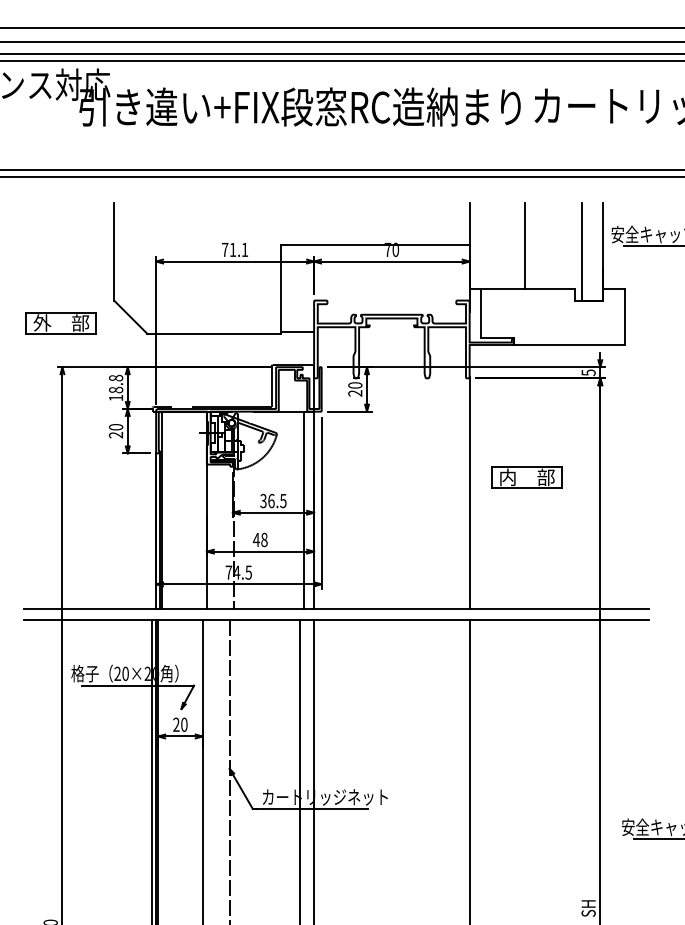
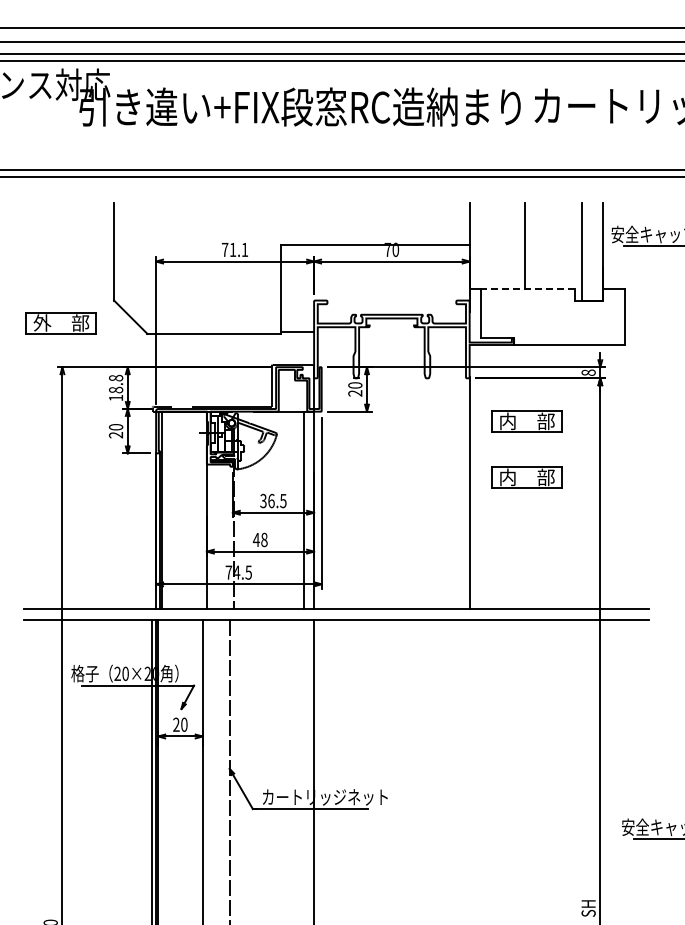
line at (527, 289): solid -> dashed
text at (588, 372): 5 -> 8
part at (526, 421): none -> present
line at (299, 770): present -> none
line at (469, 770): present -> none
